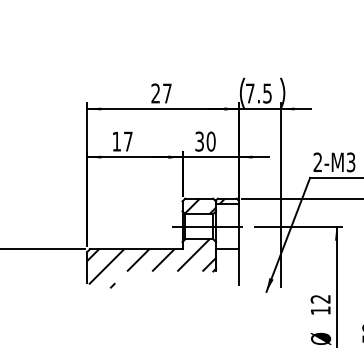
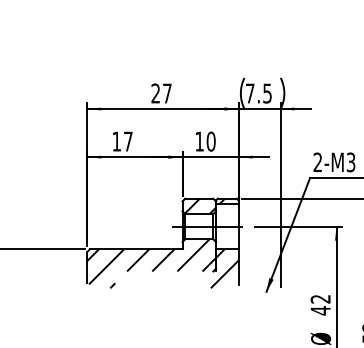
text at (199, 141): 30 -> 10
hatch at (224, 268): none -> present
text at (320, 310): 12 -> 42
